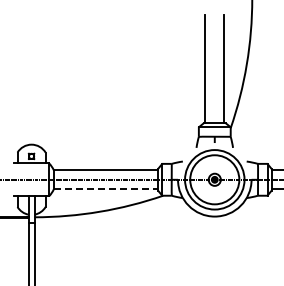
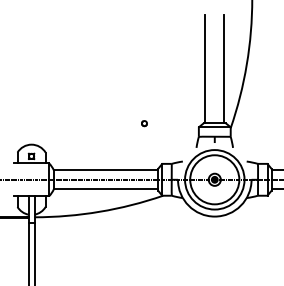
part at (144, 123): none -> present
line at (106, 189): dashed -> solid
